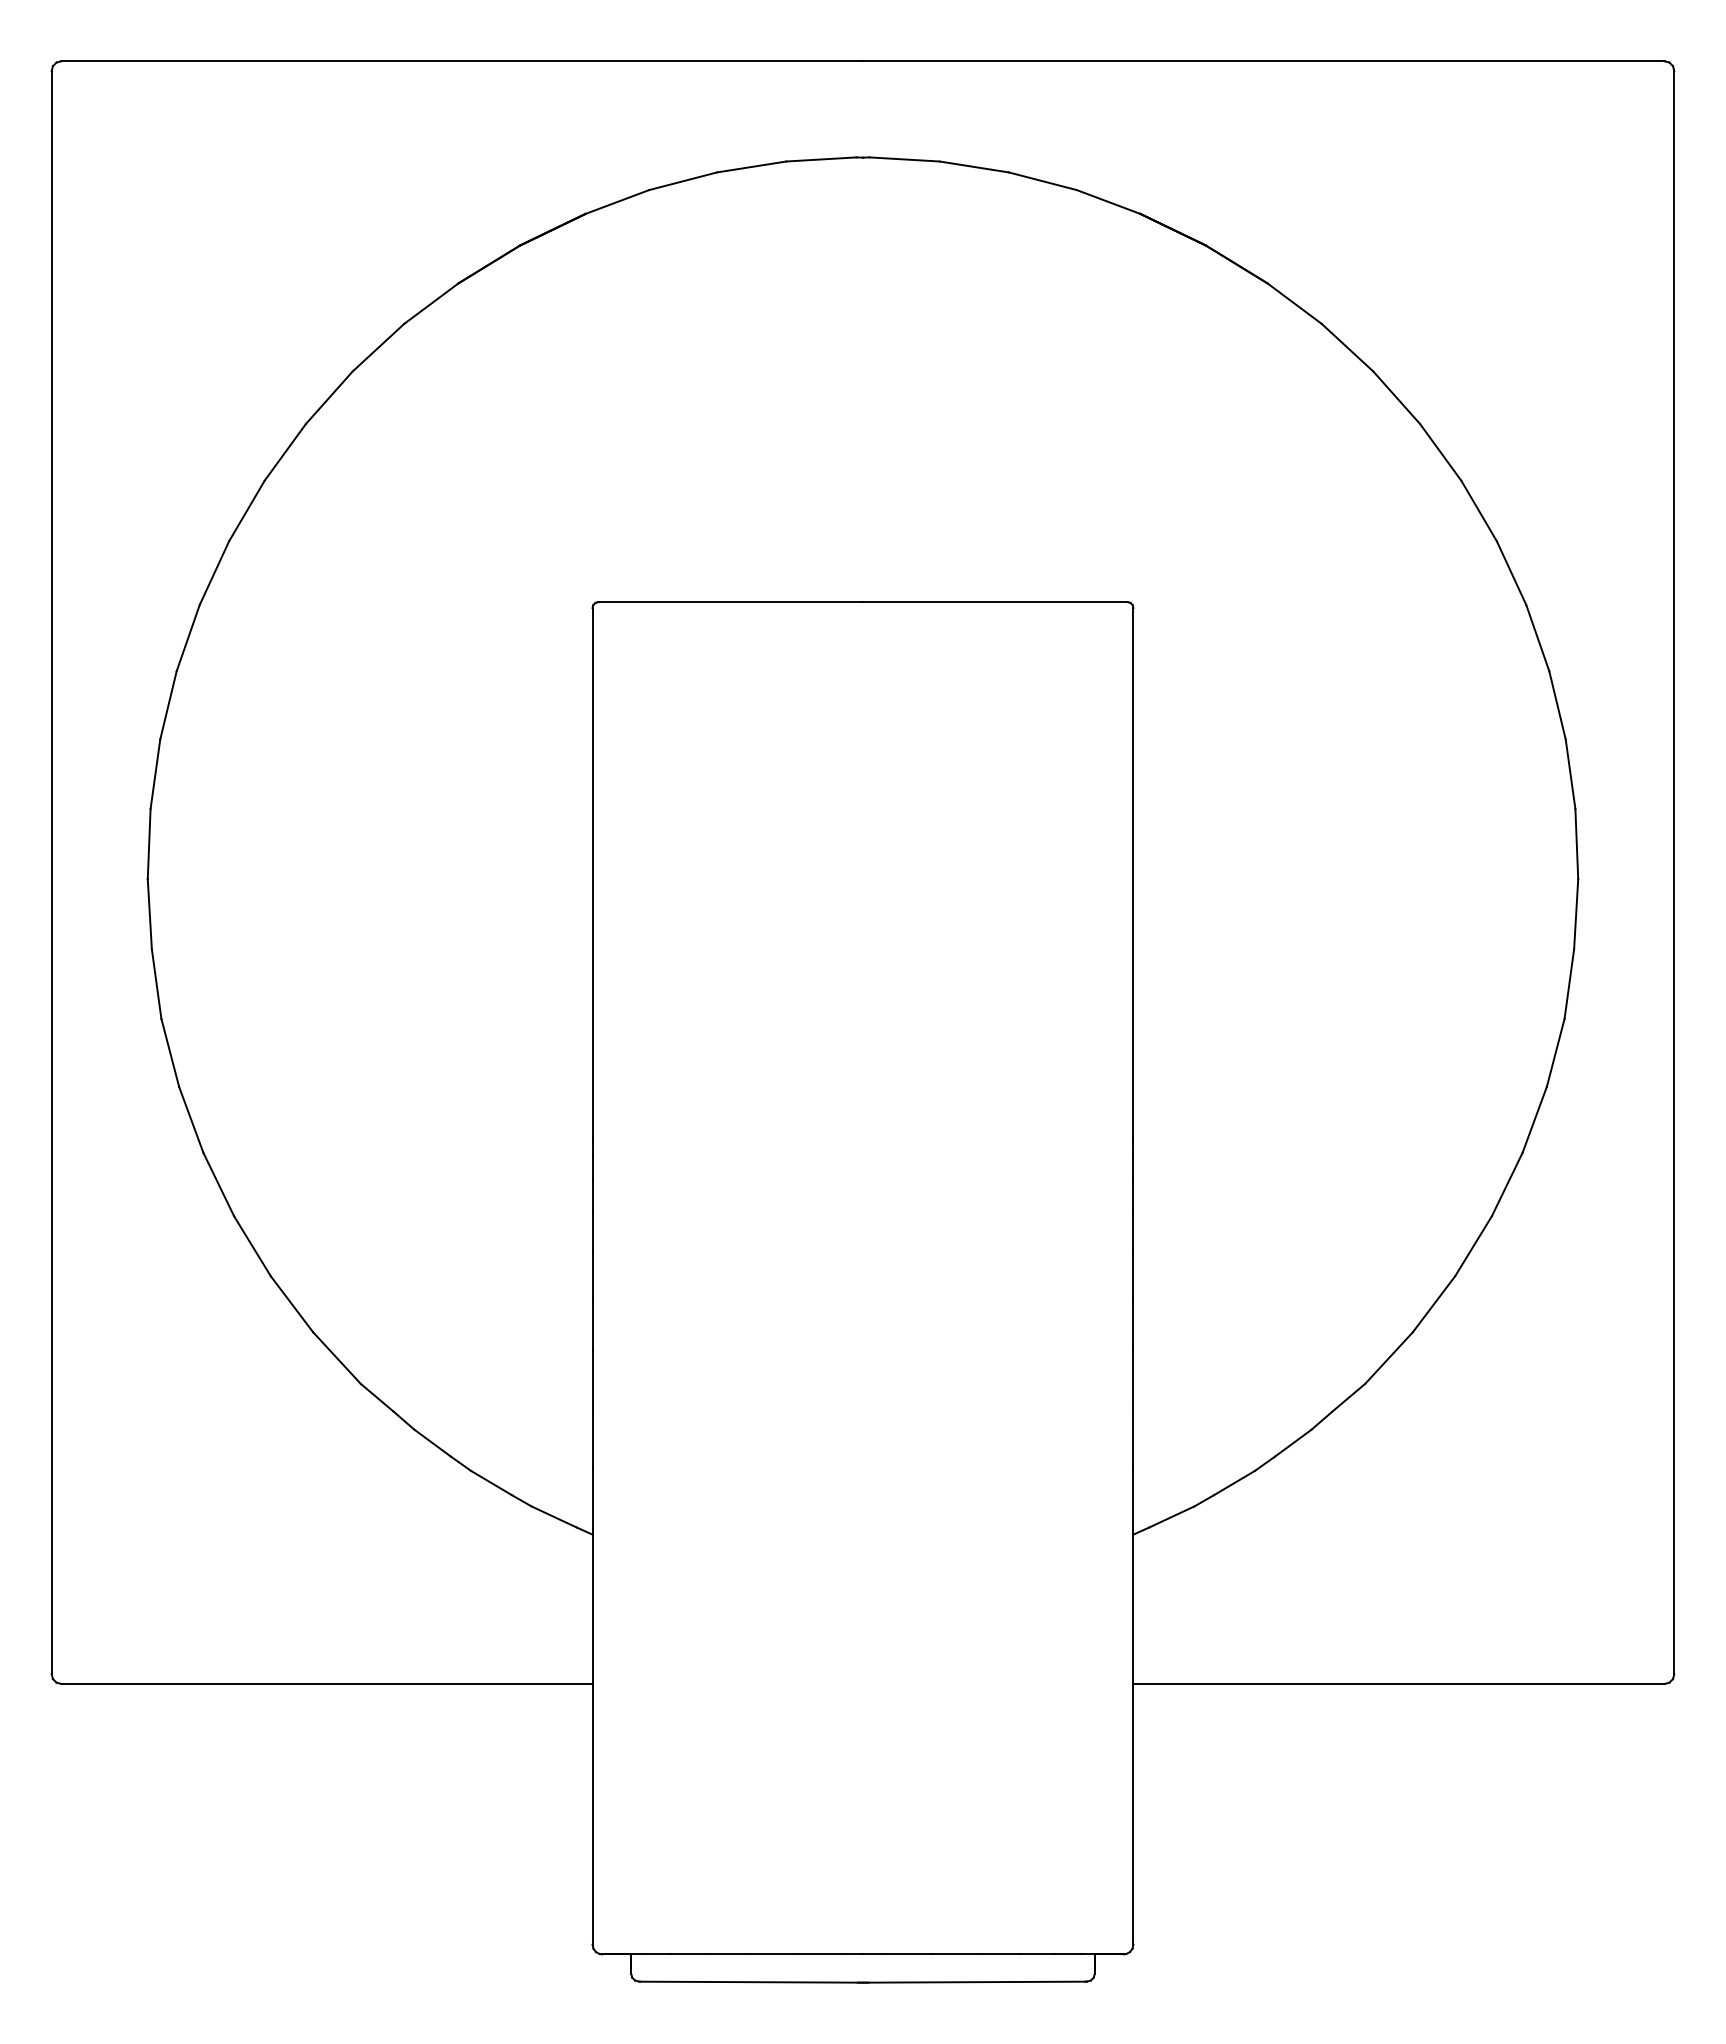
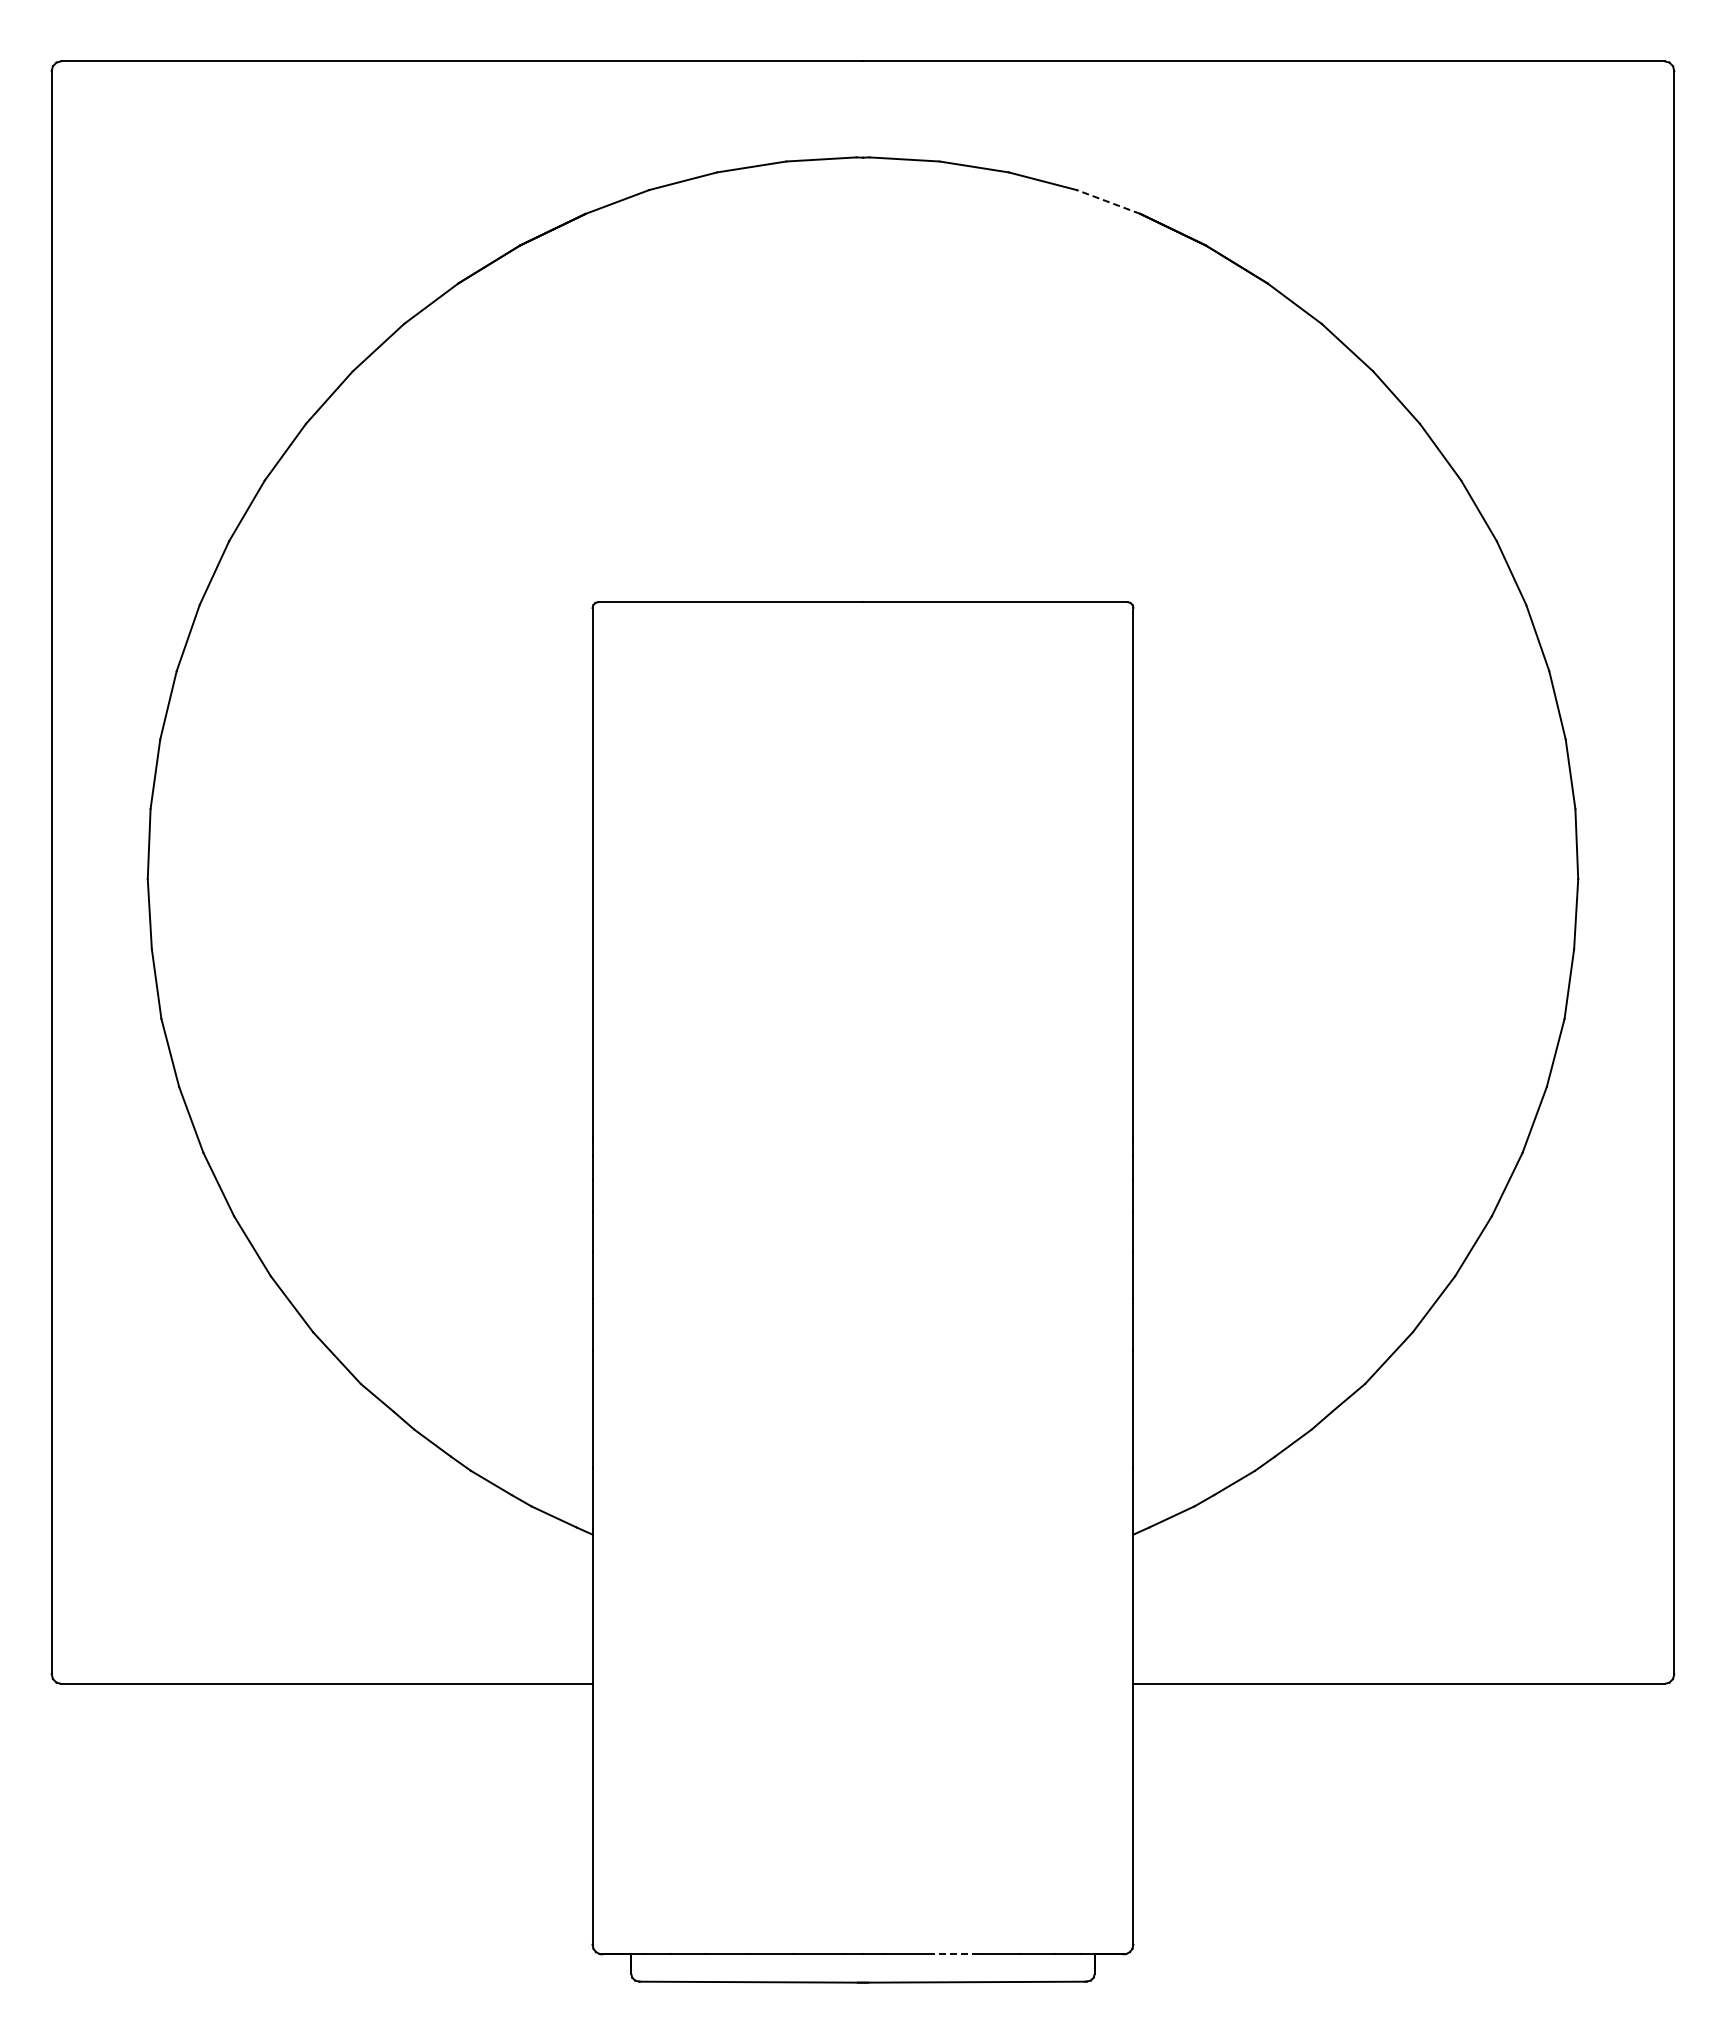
line at (1108, 202): solid -> dashed
line at (954, 1954): solid -> dashed
